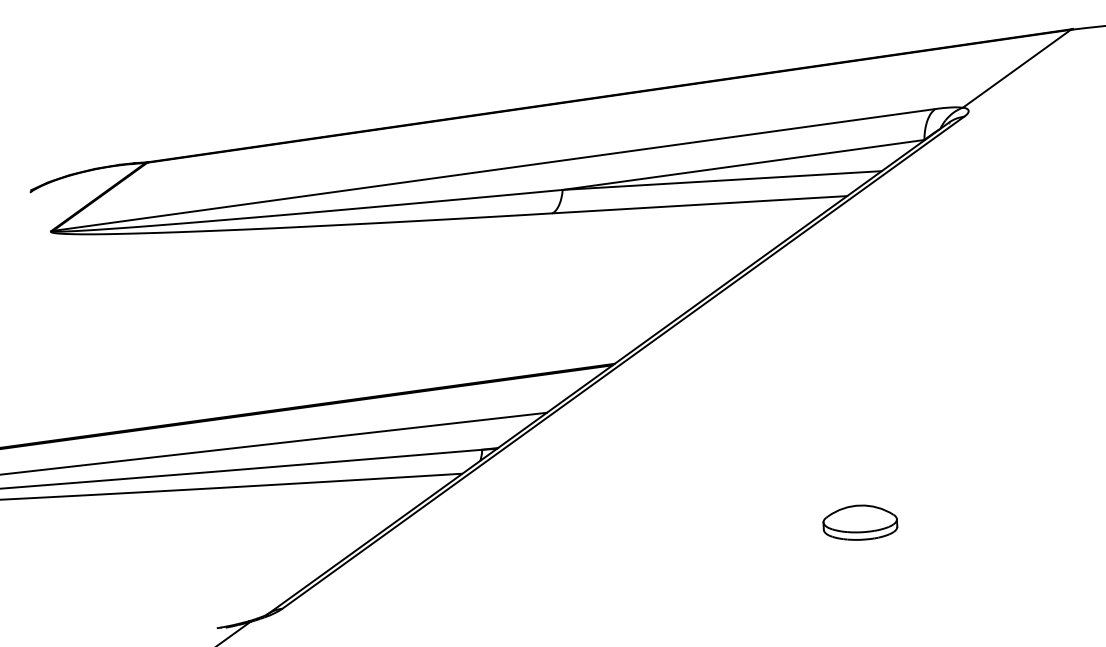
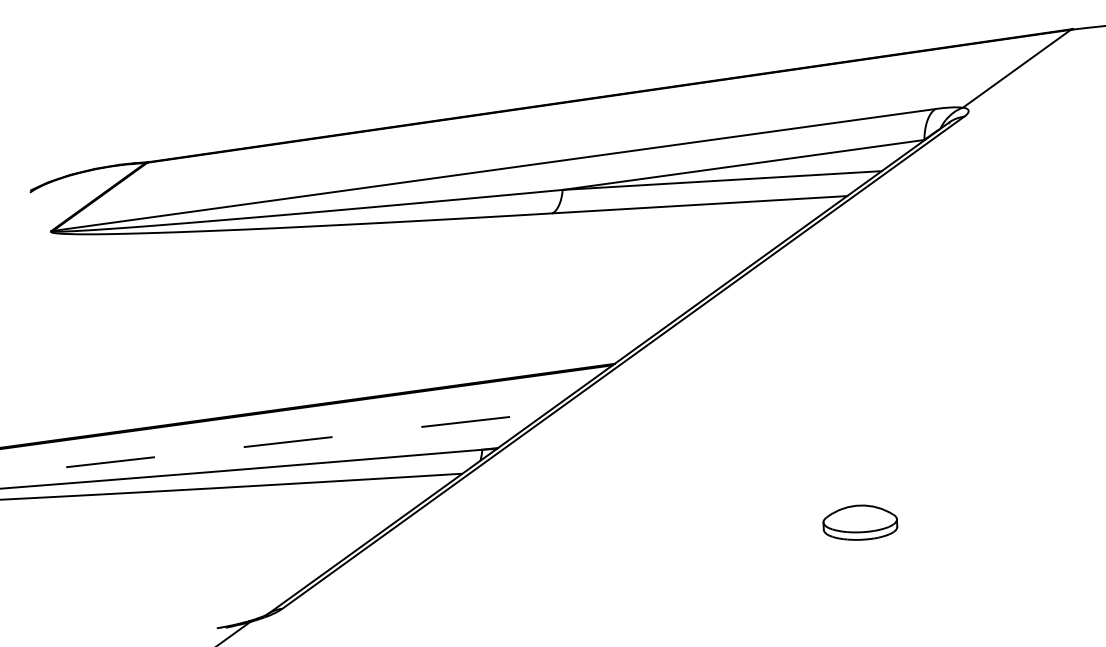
line at (273, 443): solid -> dashed
